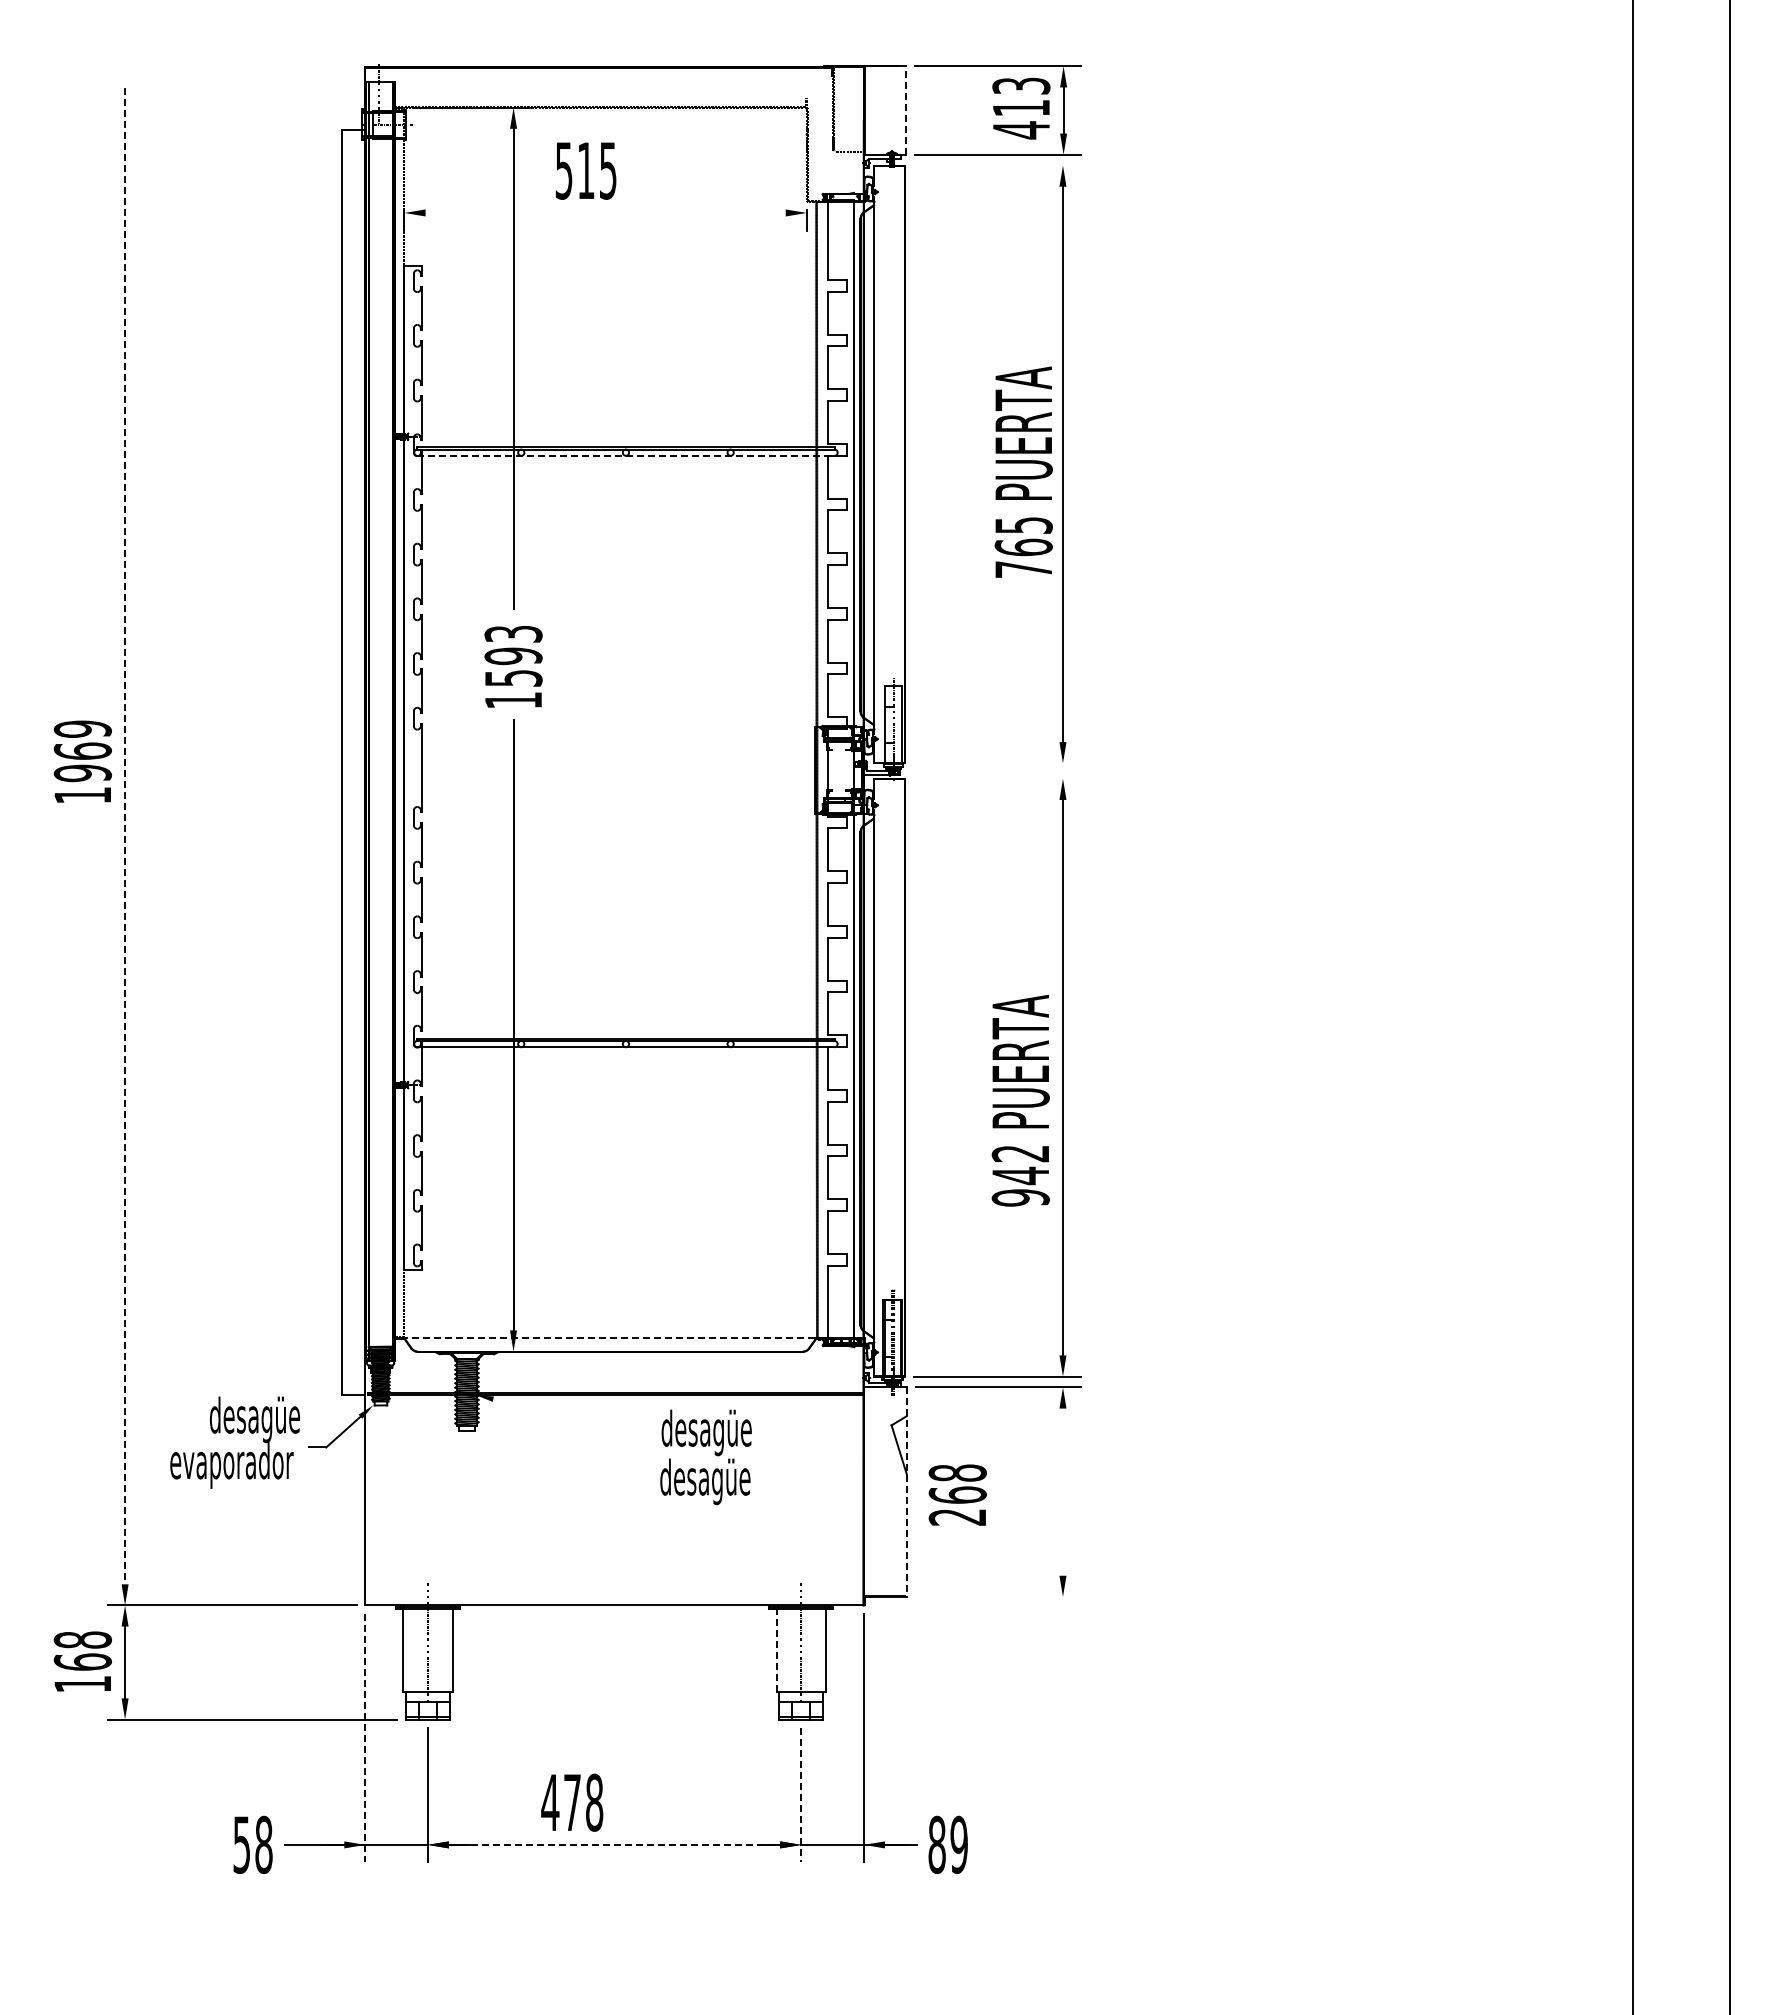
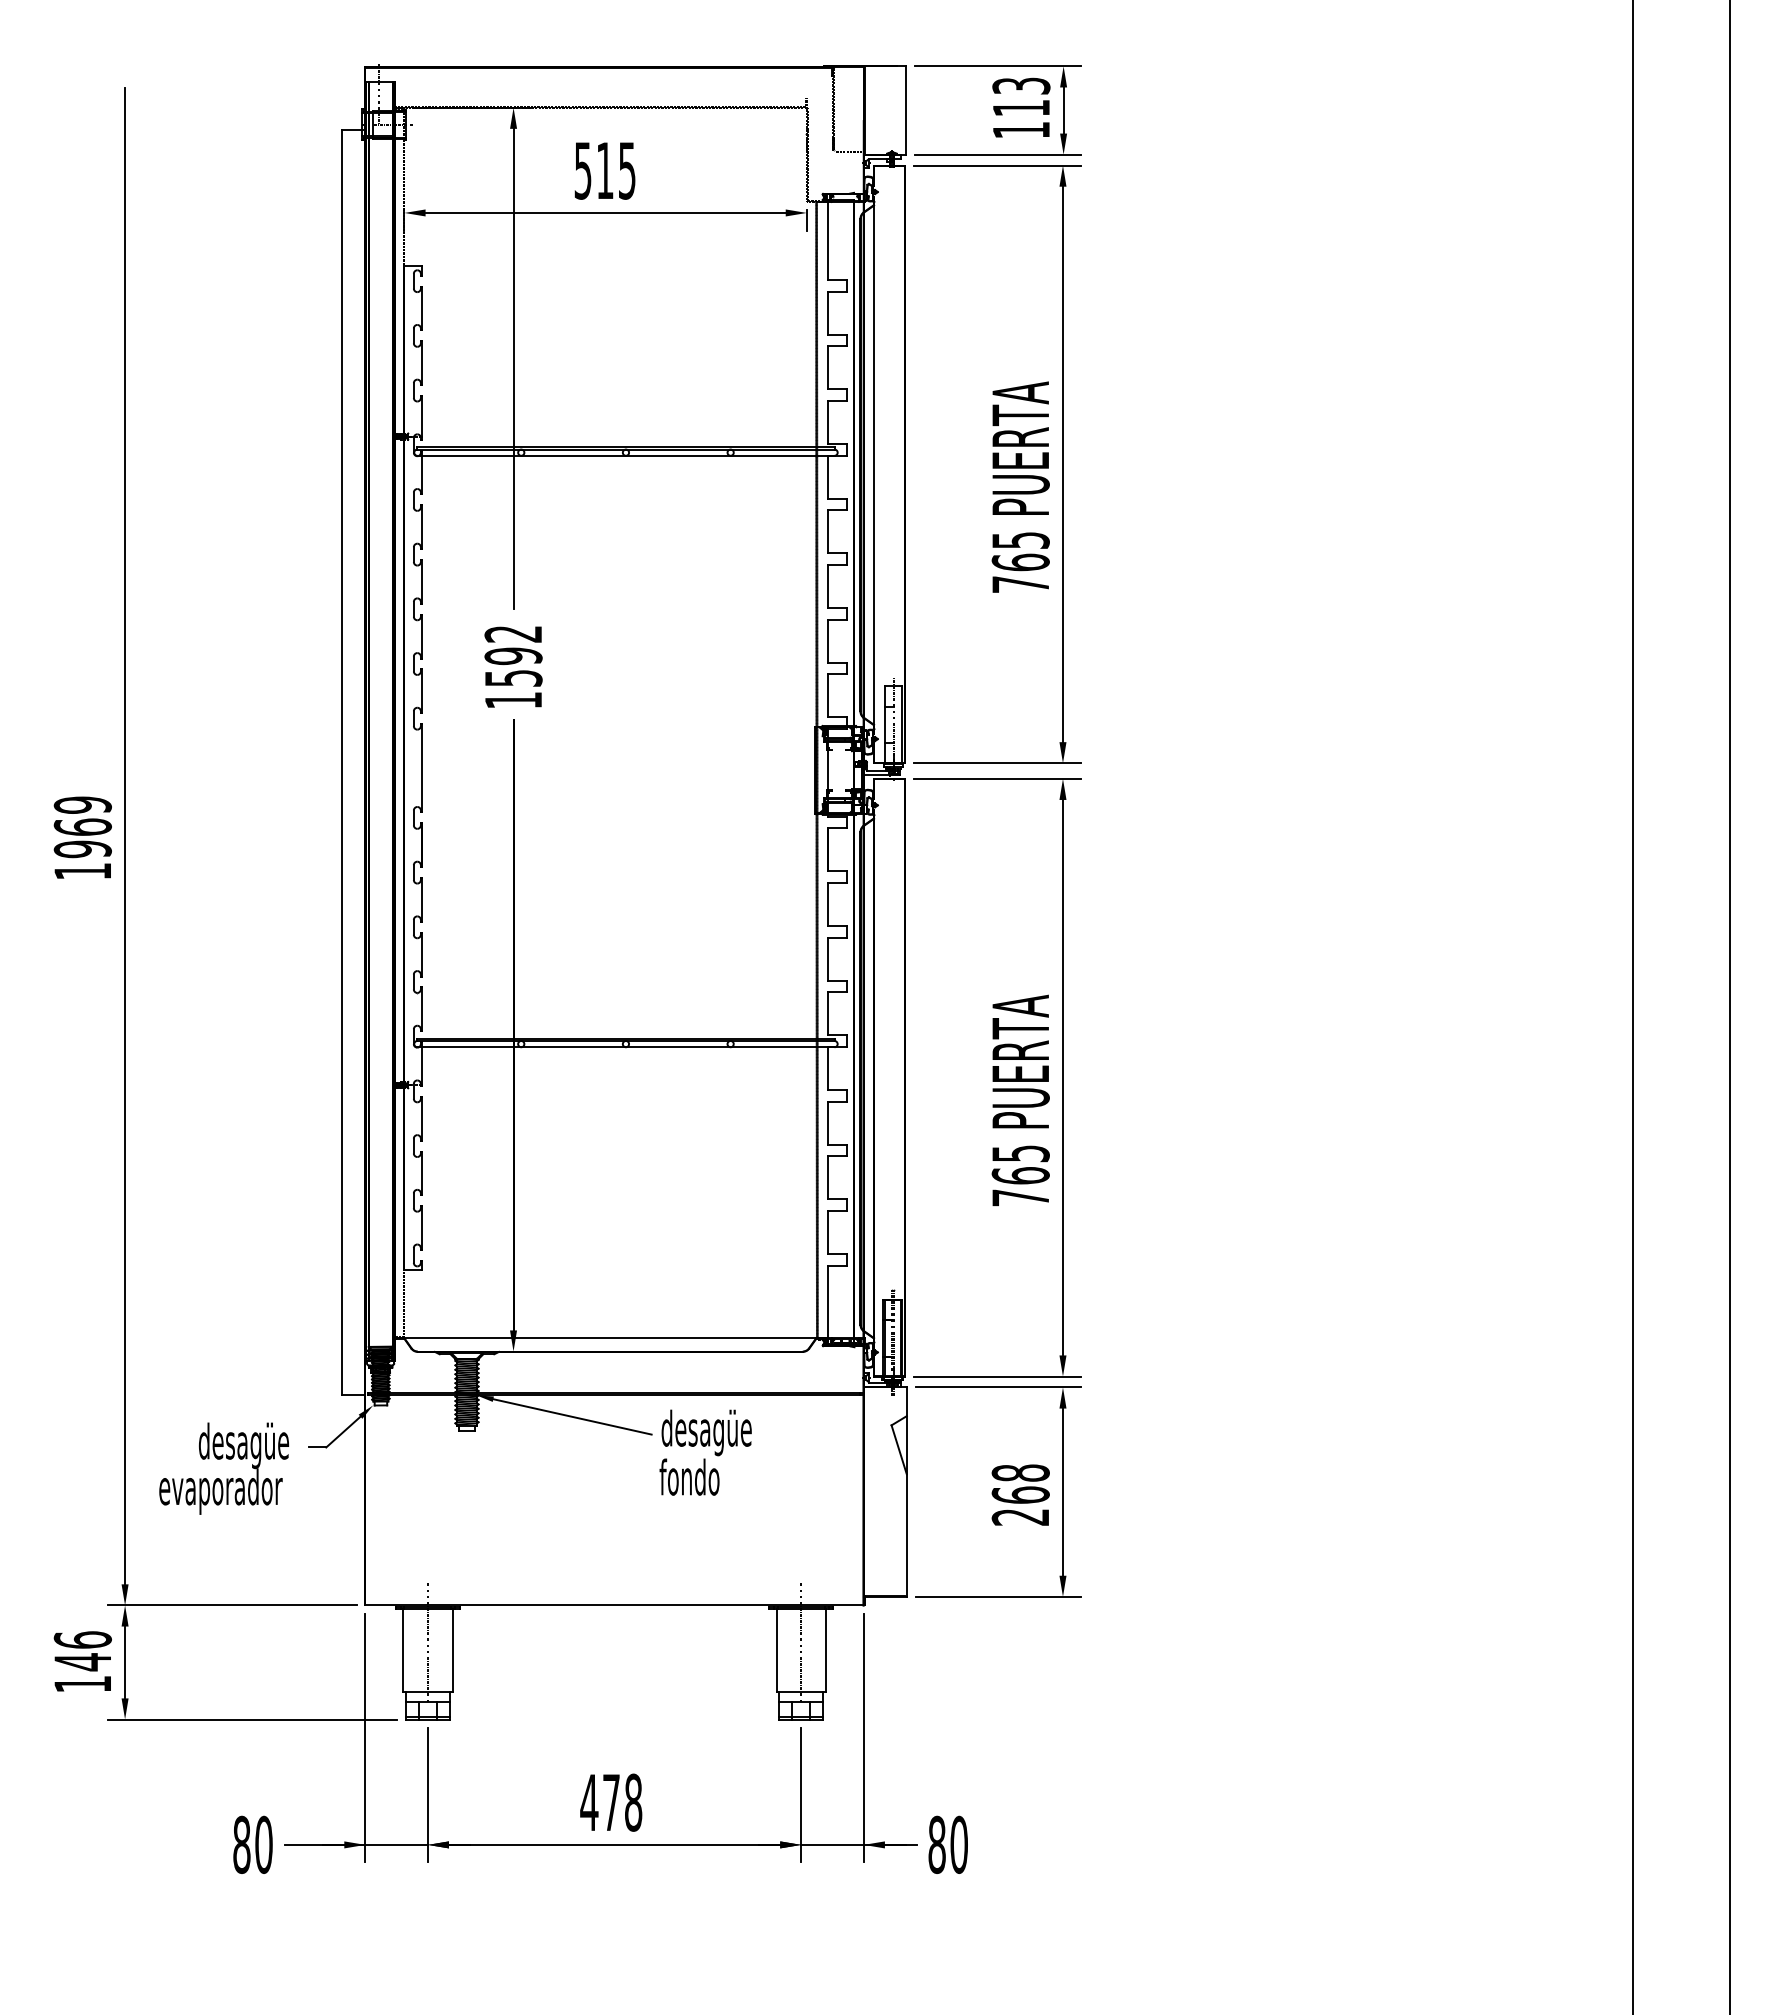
line at (906, 110): dashed -> solid
text at (1021, 130): 413 -> 113
line at (996, 165): none -> present
text at (585, 170) position: (585, 170) -> (604, 170)
line at (605, 212): none -> present
line at (625, 455): dashed -> solid
text at (1023, 471) position: (1023, 471) -> (1020, 486)
text at (513, 634): 1593 -> 1592
text at (82, 761) position: (82, 761) -> (82, 837)
line at (996, 763): none -> present
line at (996, 778): none -> present
line at (125, 836): dashed -> solid
text at (1020, 1175): 942 -> 765
line at (610, 1338): dashed -> solid
line at (572, 1416): none -> present
text at (235, 1442) position: (235, 1442) -> (224, 1468)
text at (704, 1481): desagüe -> fondo
line at (1062, 1491): none -> present
line at (906, 1492): dashed -> solid
text at (957, 1494) position: (957, 1494) -> (1020, 1494)
line at (997, 1596): none -> present
line at (776, 1650): dashed -> solid
text at (82, 1651): 168 -> 146
line at (365, 1738): dashed -> solid
line at (801, 1795): dashed -> solid
text at (572, 1802) position: (572, 1802) -> (611, 1802)
text at (252, 1844): 58 -> 80
line at (614, 1844): dashed -> solid
text at (958, 1844): 89 -> 80
